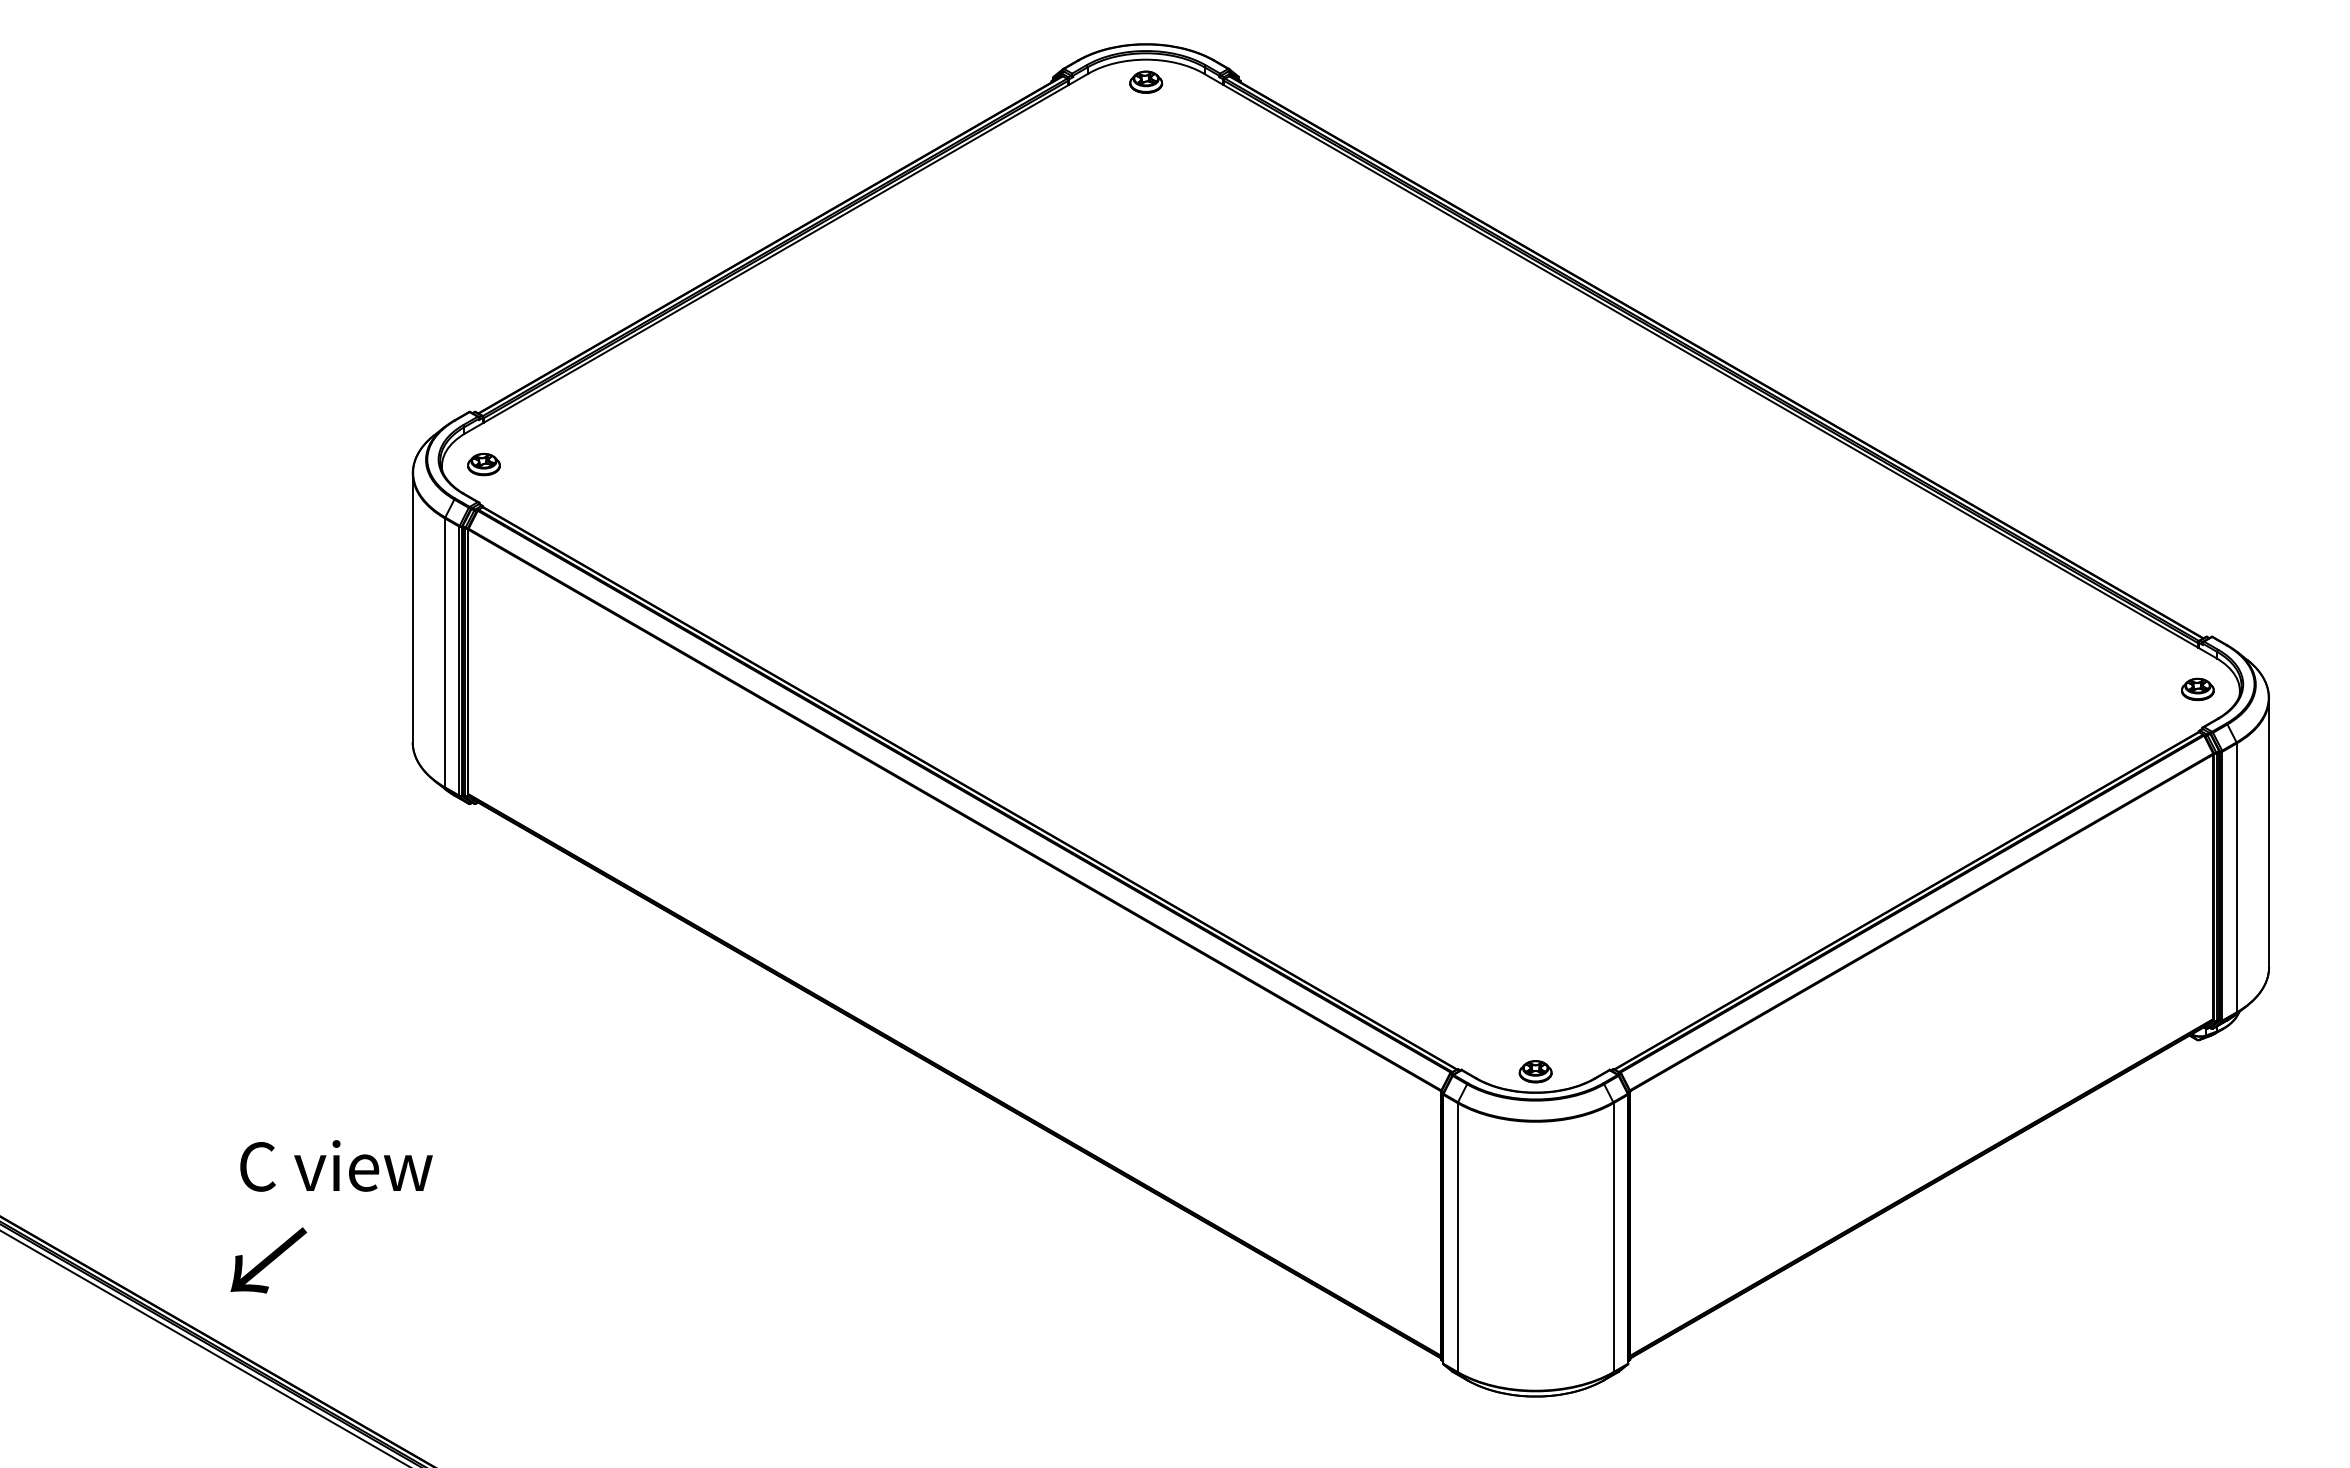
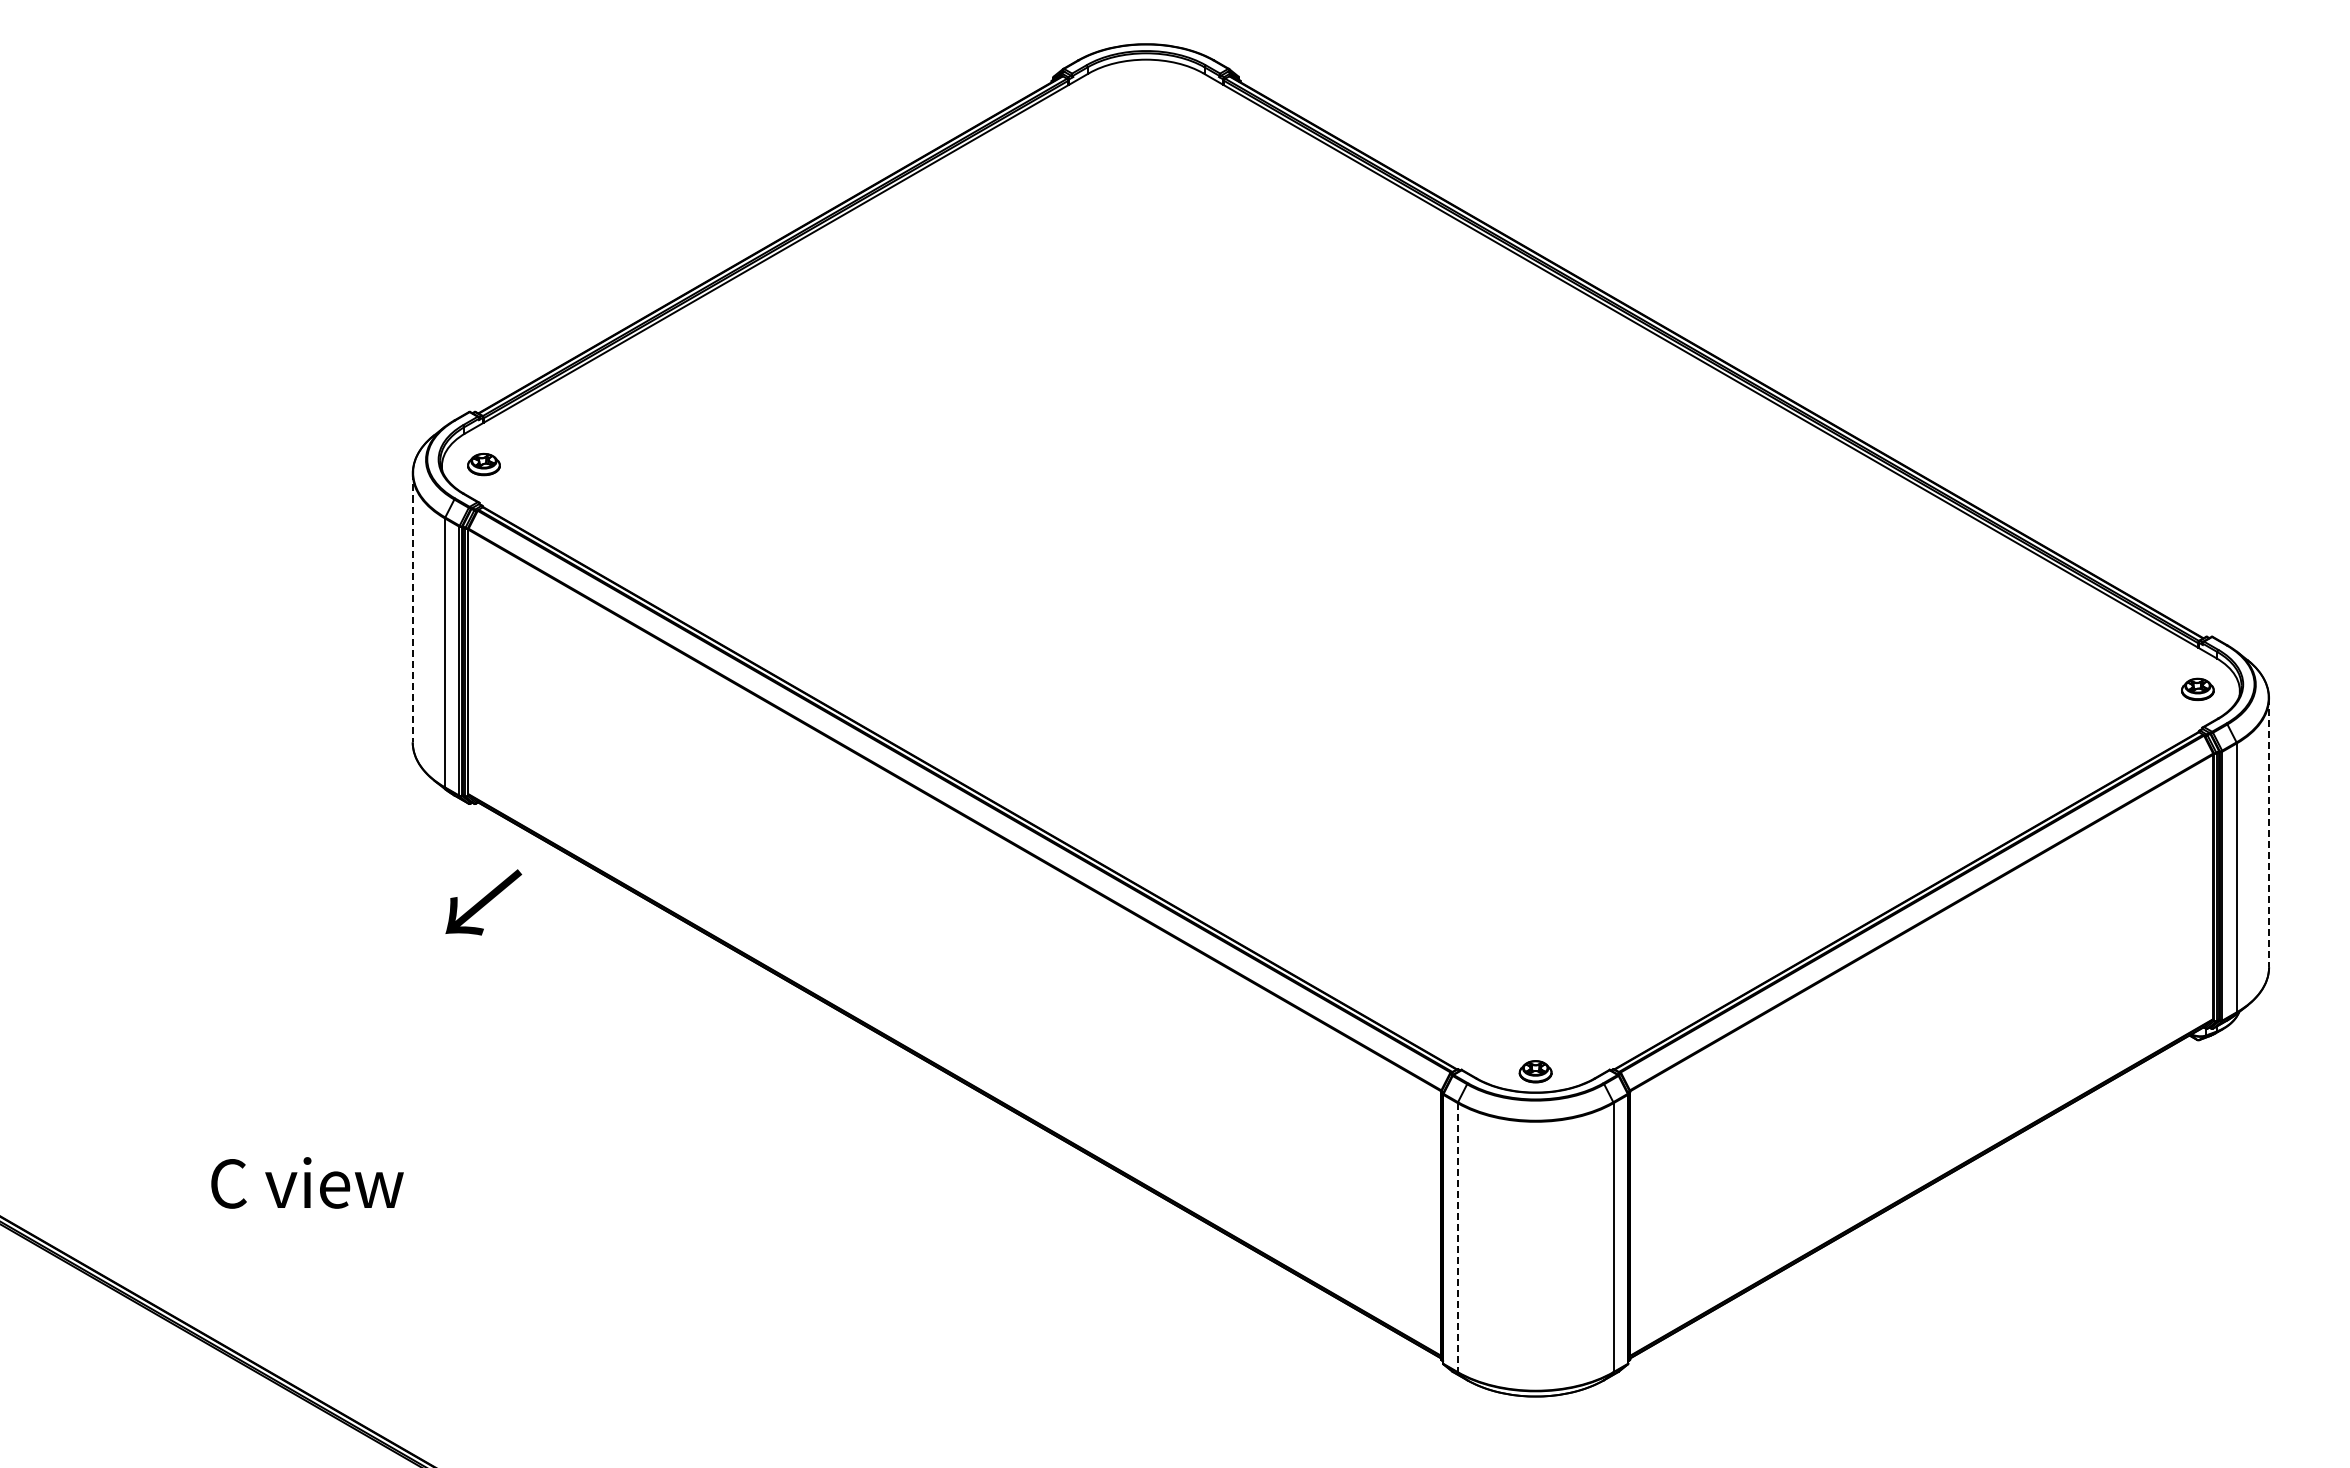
part at (1146, 81): present -> none
line at (412, 608): solid -> dashed
line at (2269, 833): solid -> dashed
text at (336, 1165) position: (336, 1165) -> (307, 1182)
line at (1457, 1238): solid -> dashed
text at (268, 1260) position: (268, 1260) -> (483, 902)
line at (203, 1347): present -> none
